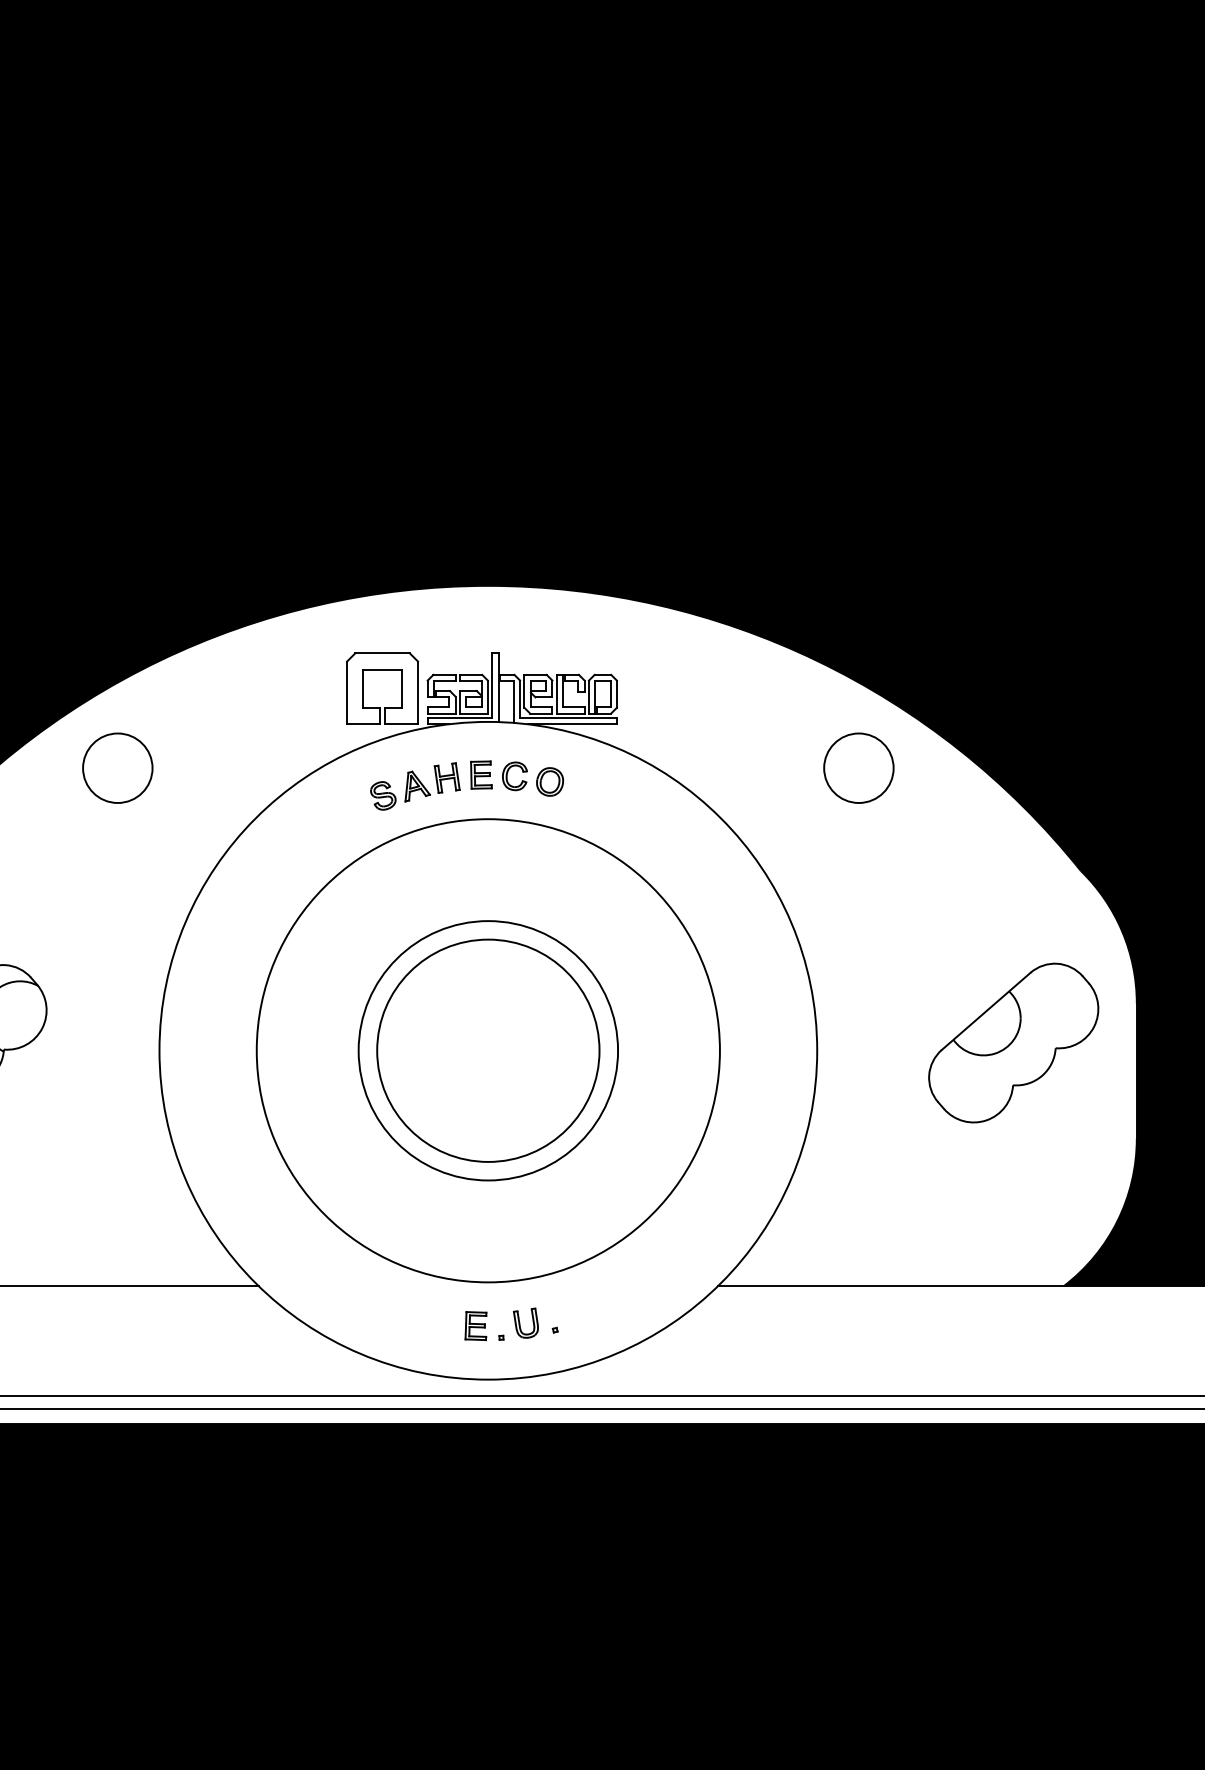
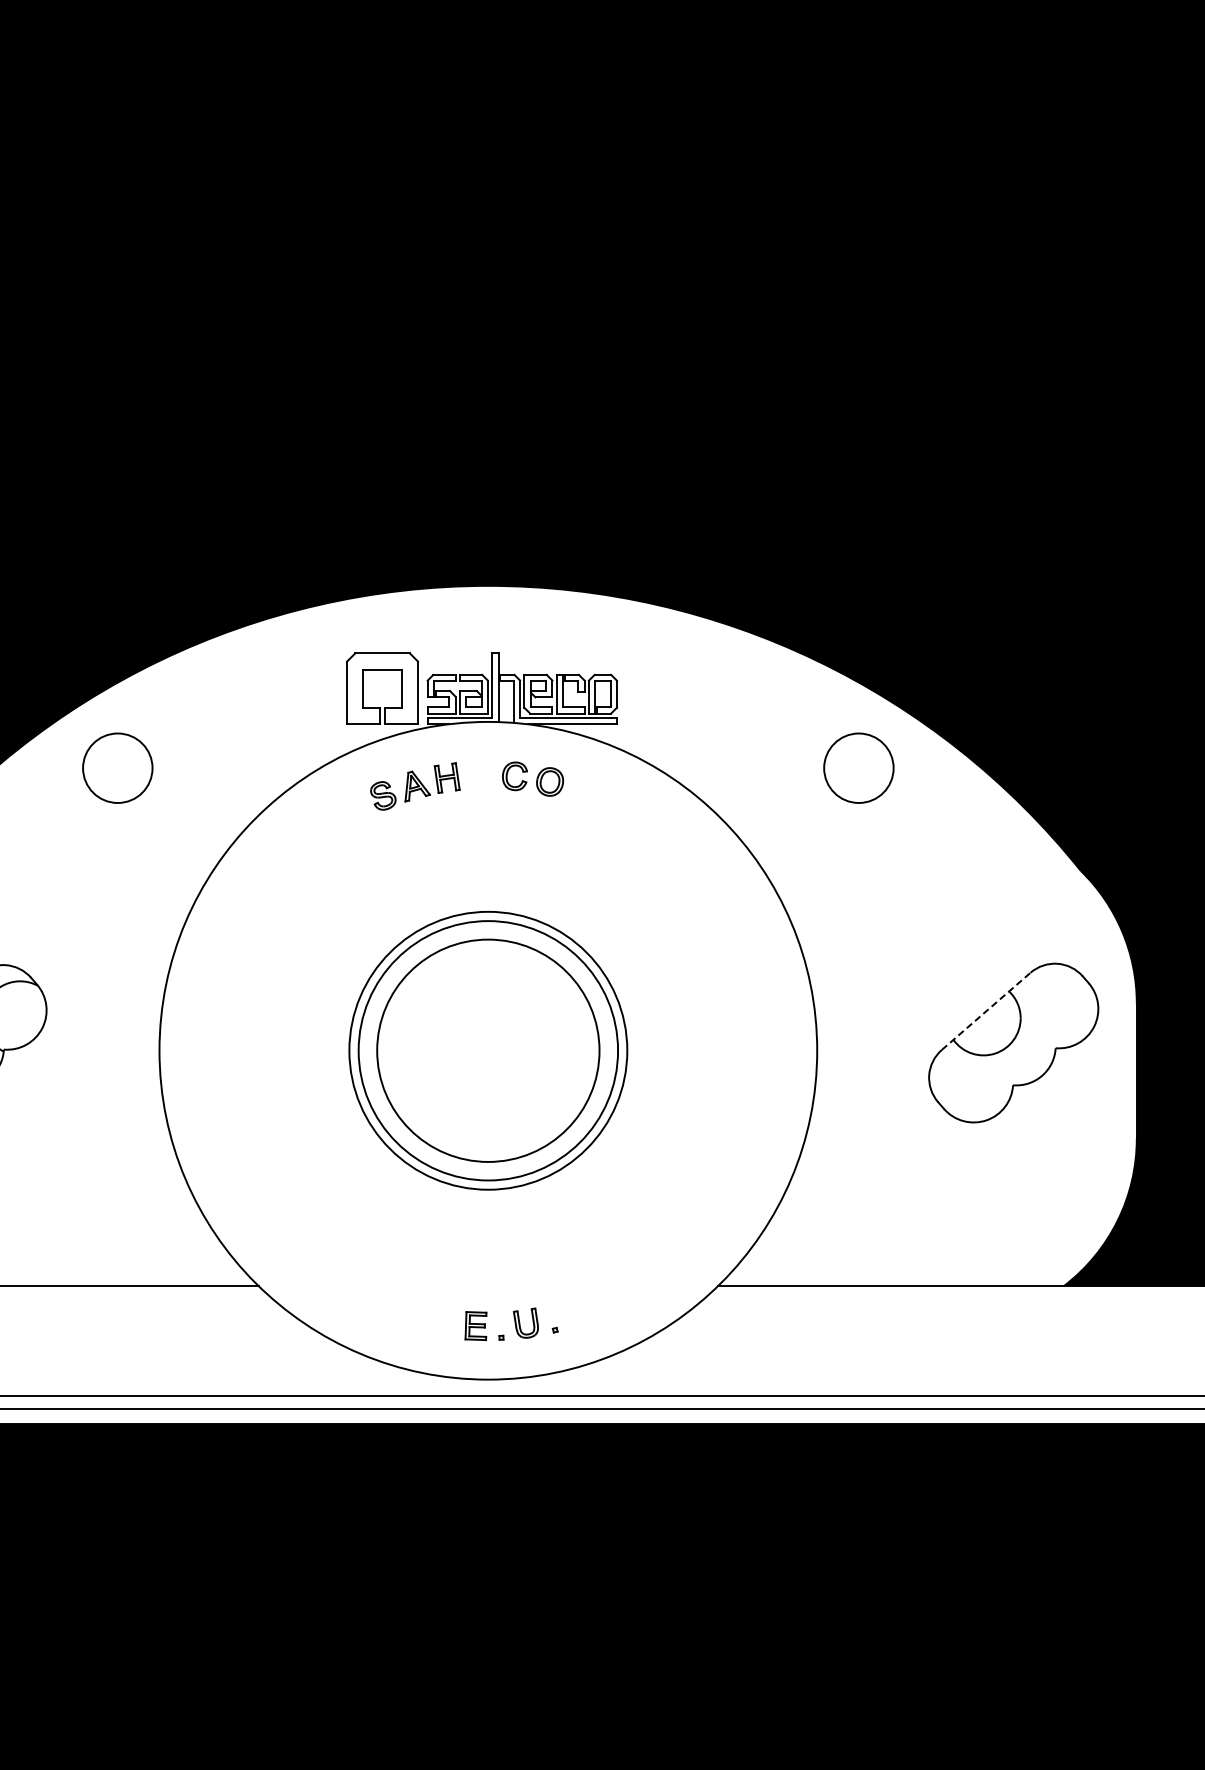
part at (481, 774): present -> none
line at (986, 1011): solid -> dashed
circle at (487, 1050) diameter: 463 px -> 278 px
